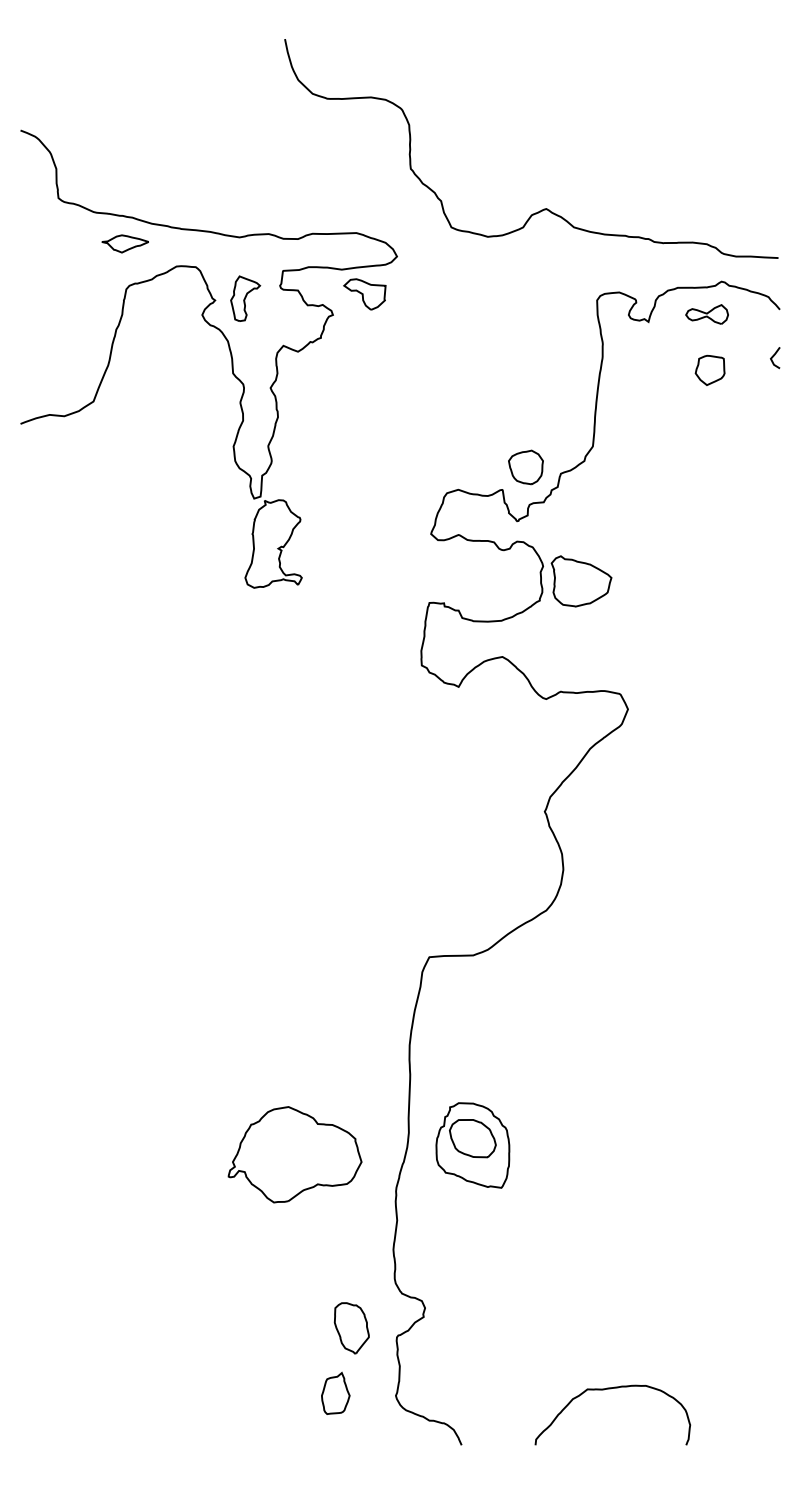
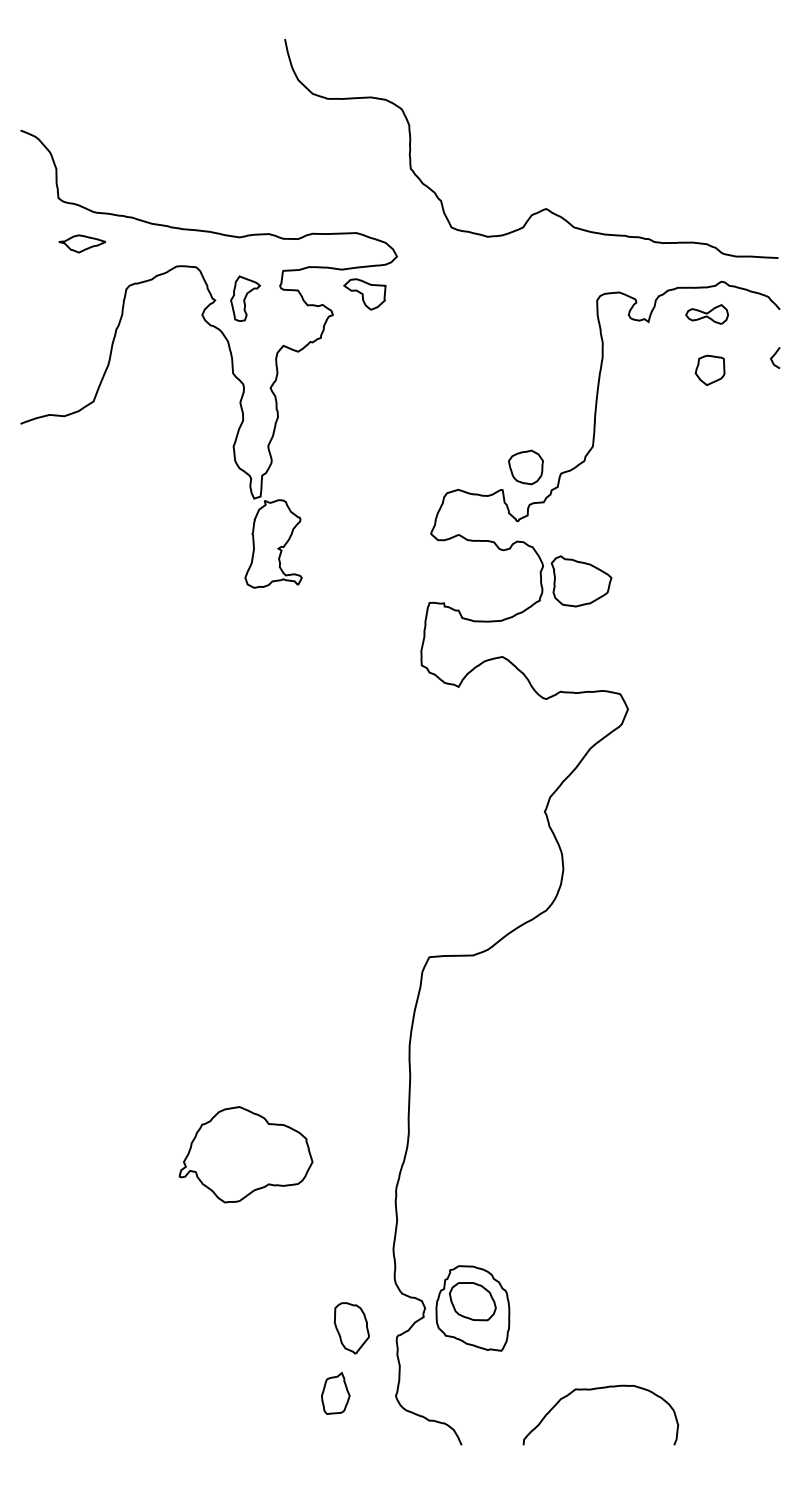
part at (124, 243) position: (124, 243) -> (81, 243)
part at (472, 1145) position: (472, 1145) -> (472, 1308)
part at (294, 1154) position: (294, 1154) -> (245, 1154)
curve at (610, 1389) position: (610, 1389) -> (598, 1389)
